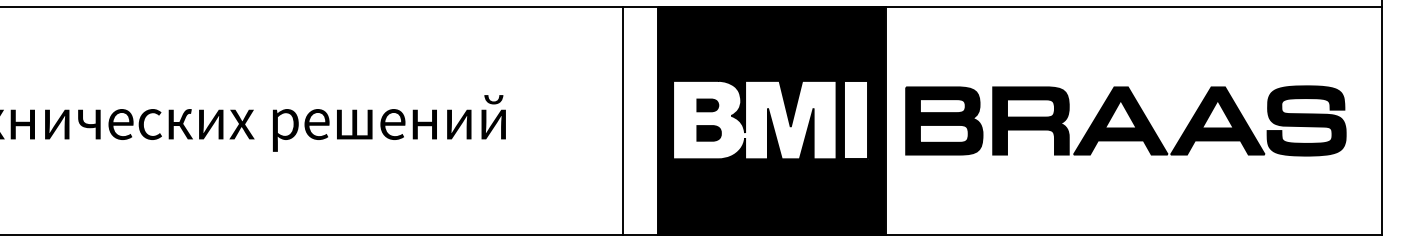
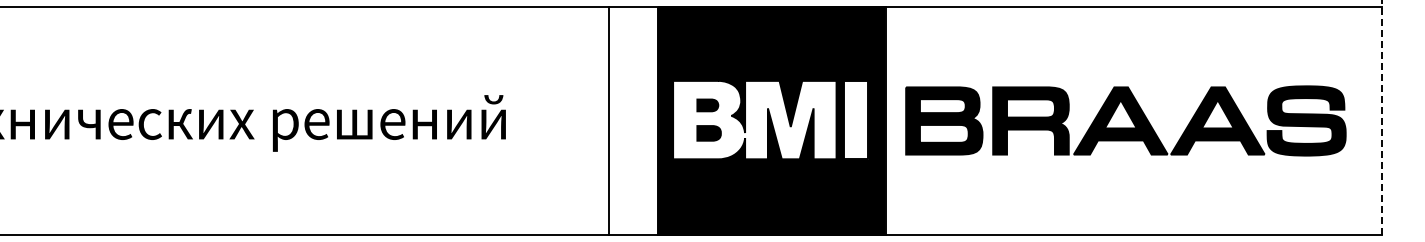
line at (1382, 117): solid -> dashed
line at (622, 120) position: (622, 120) -> (608, 120)
